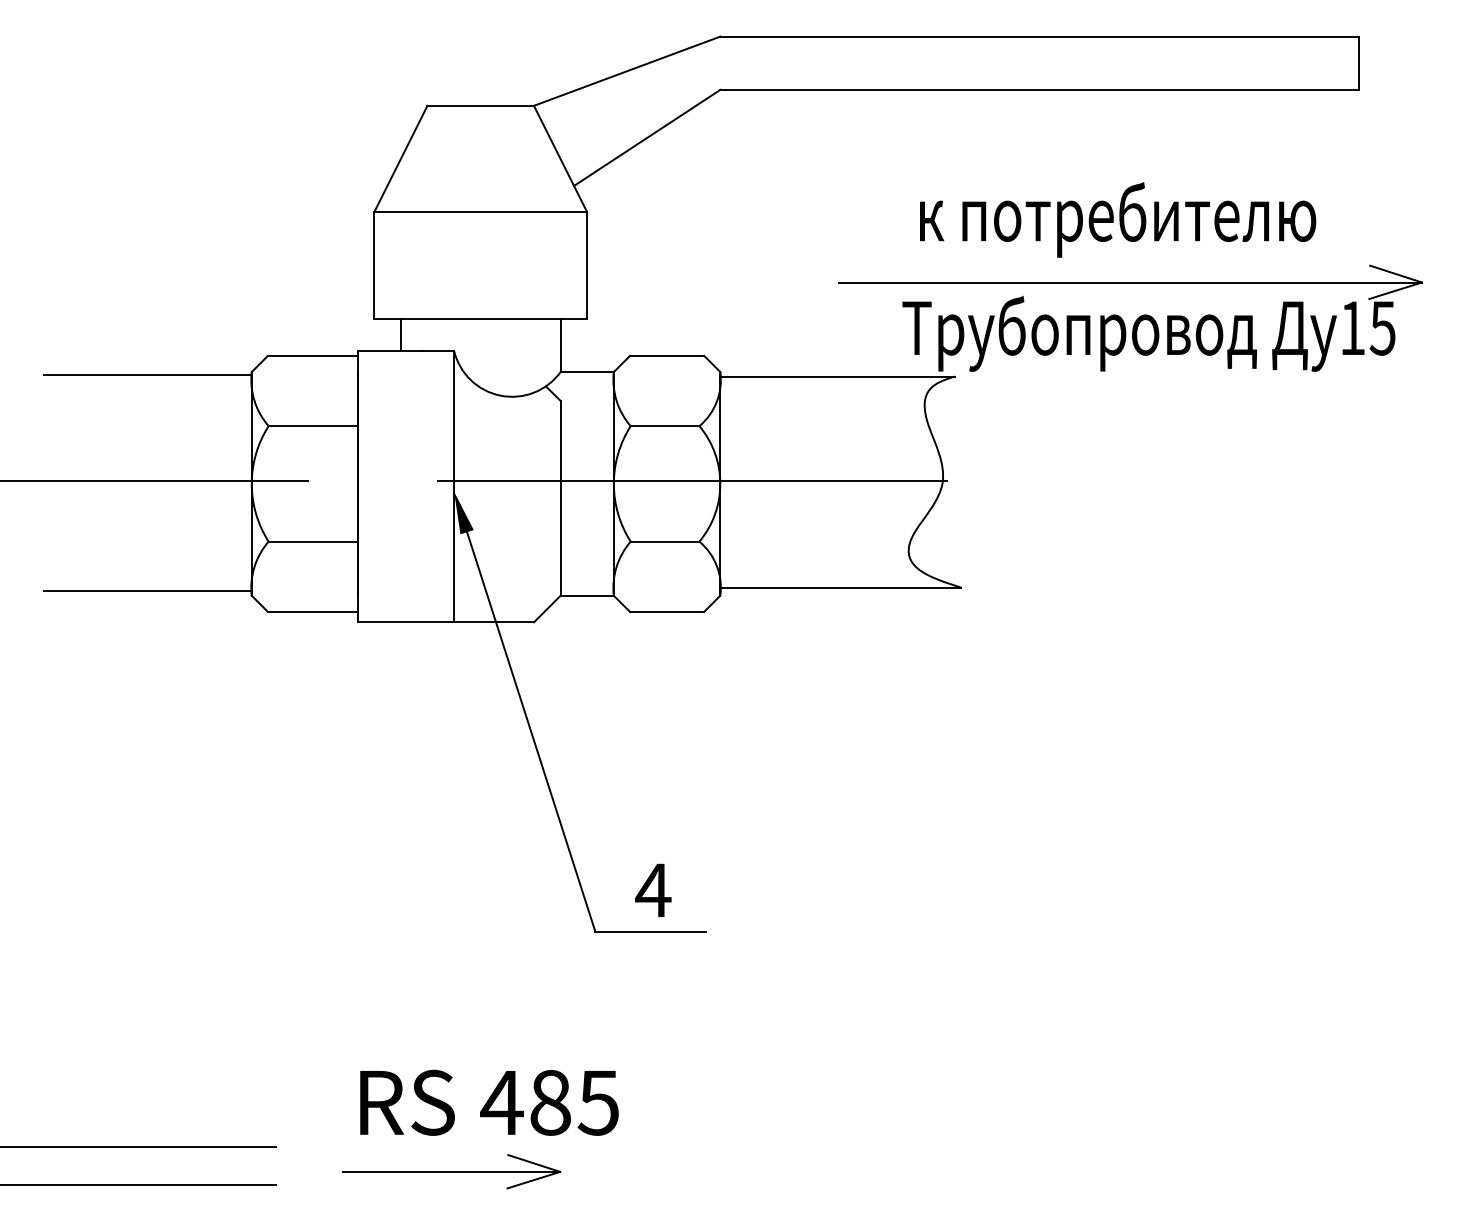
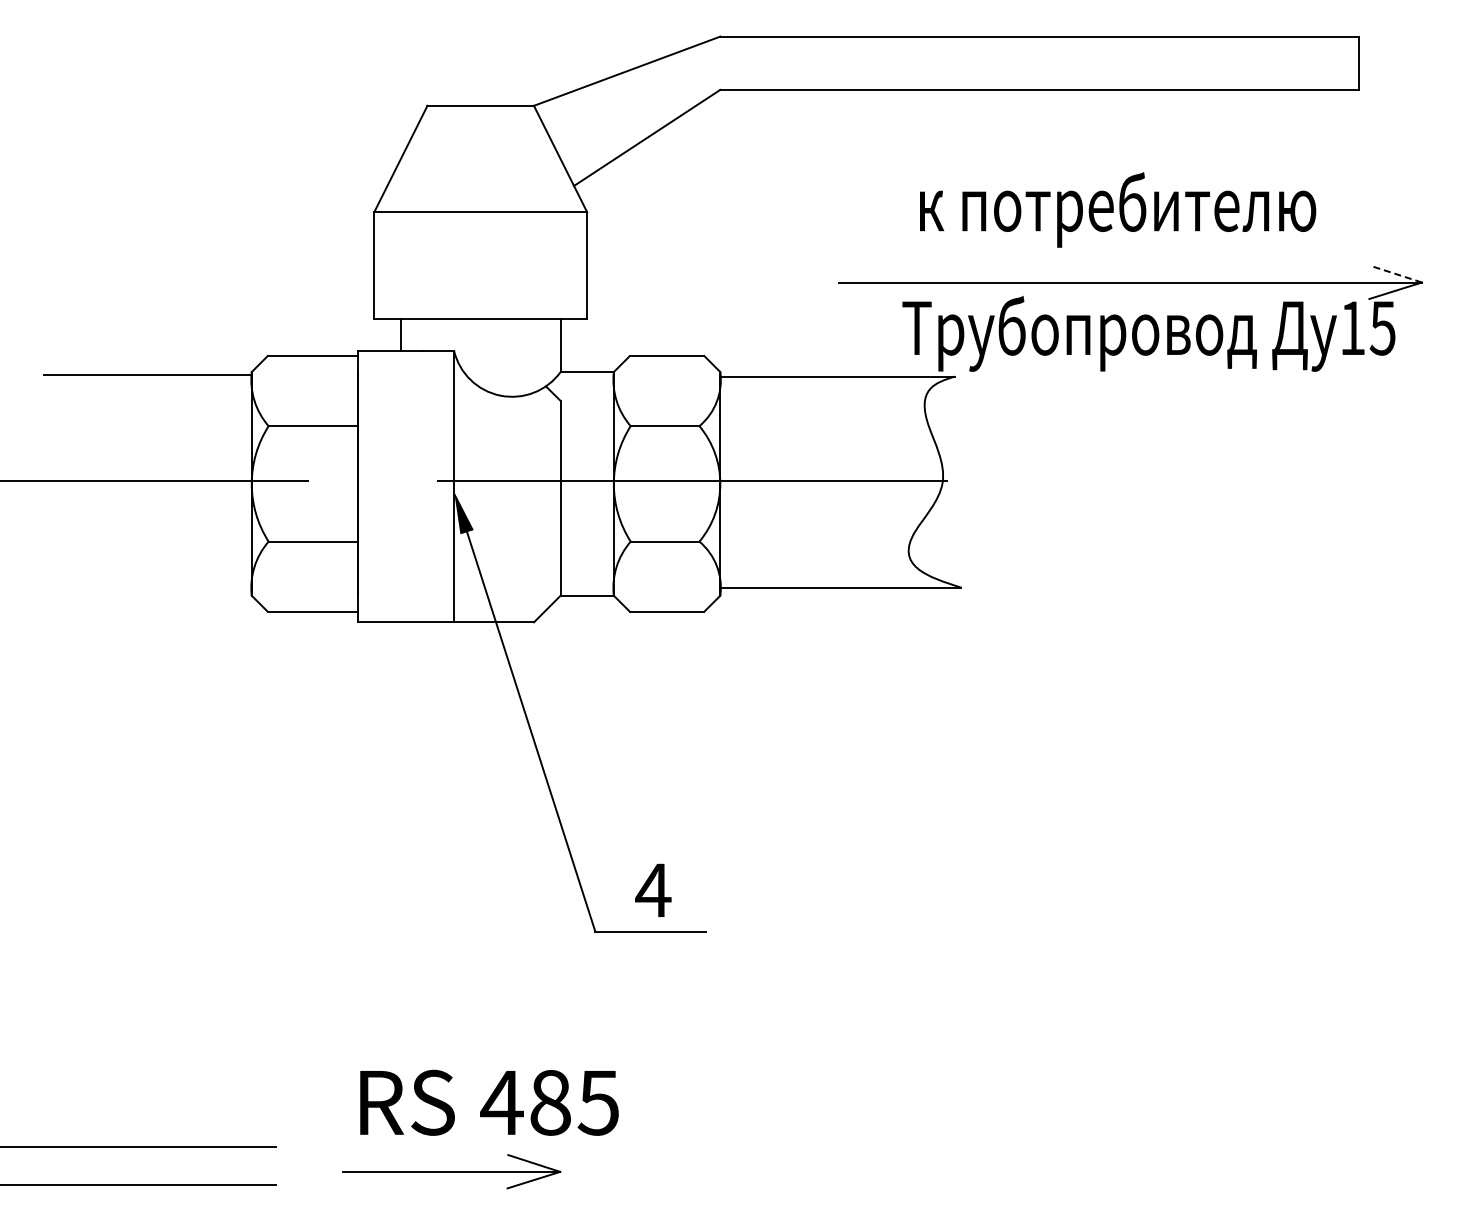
text at (1118, 219) position: (1118, 219) -> (1118, 209)
line at (1395, 273): solid -> dashed
line at (147, 590): present -> none
